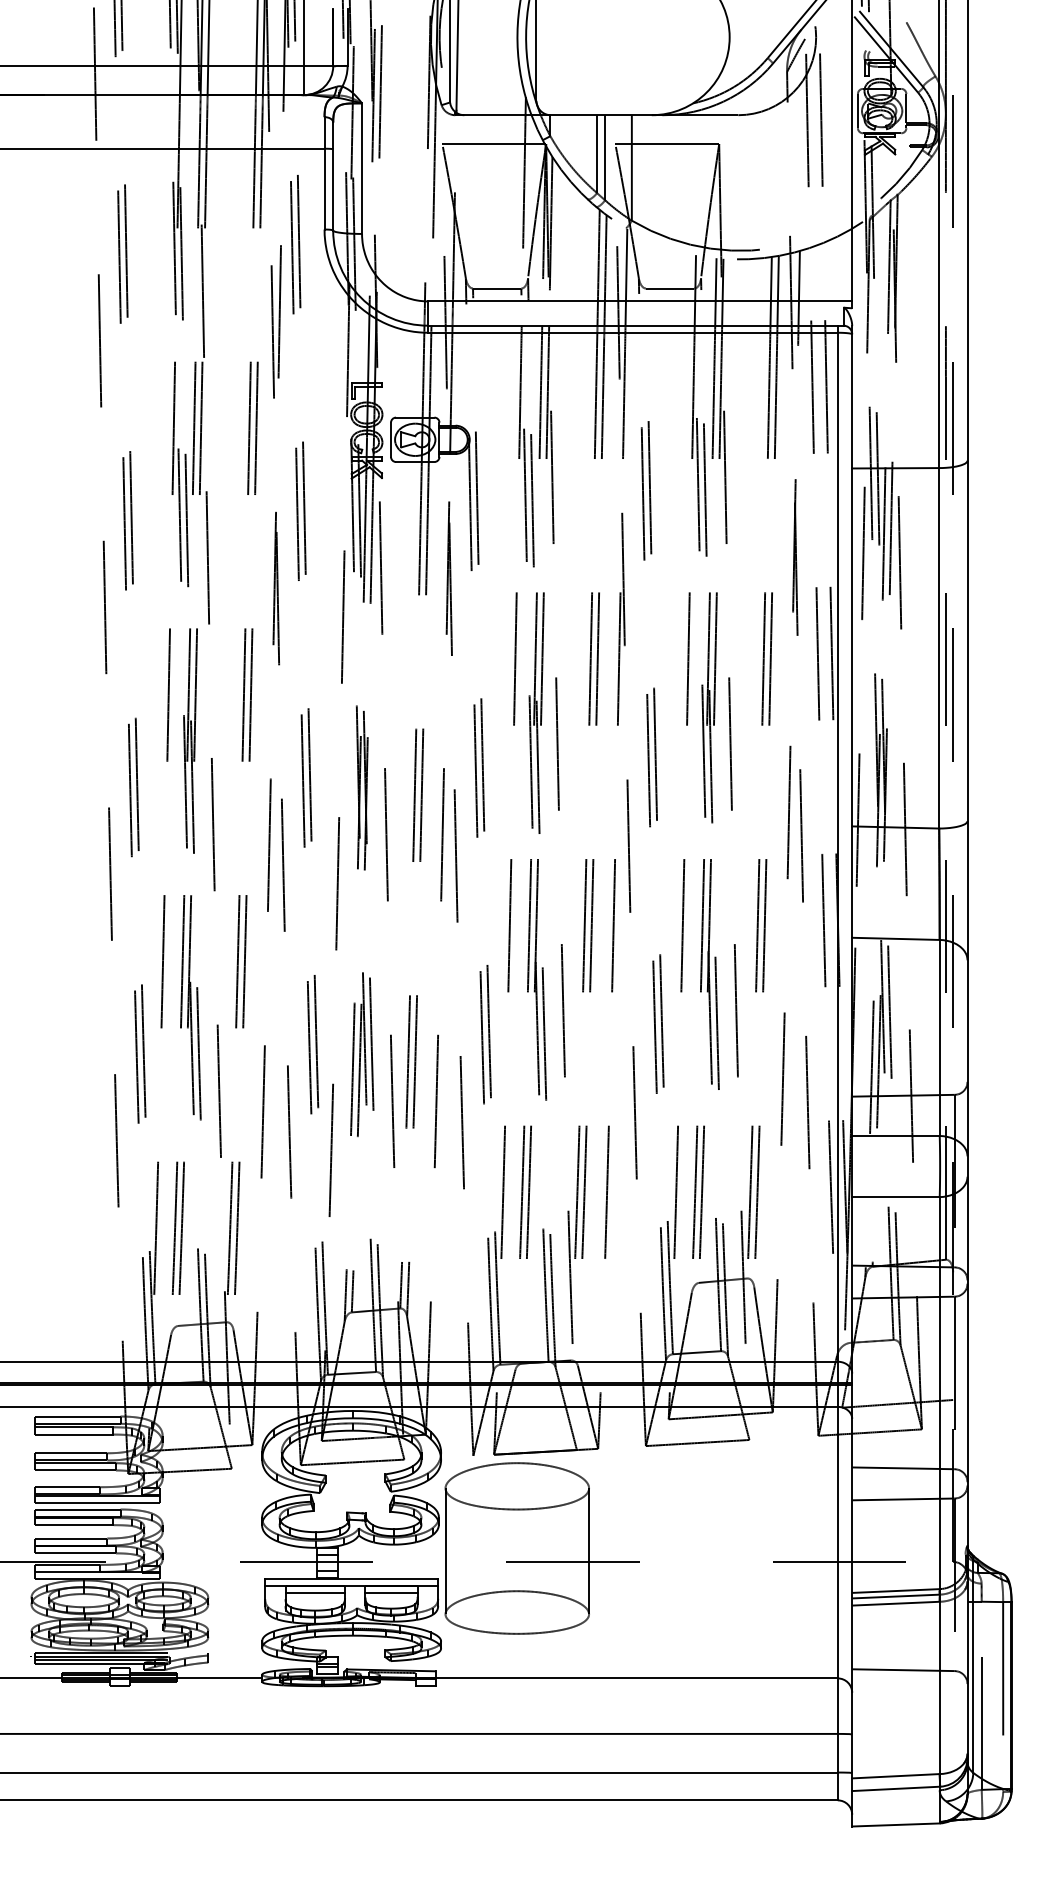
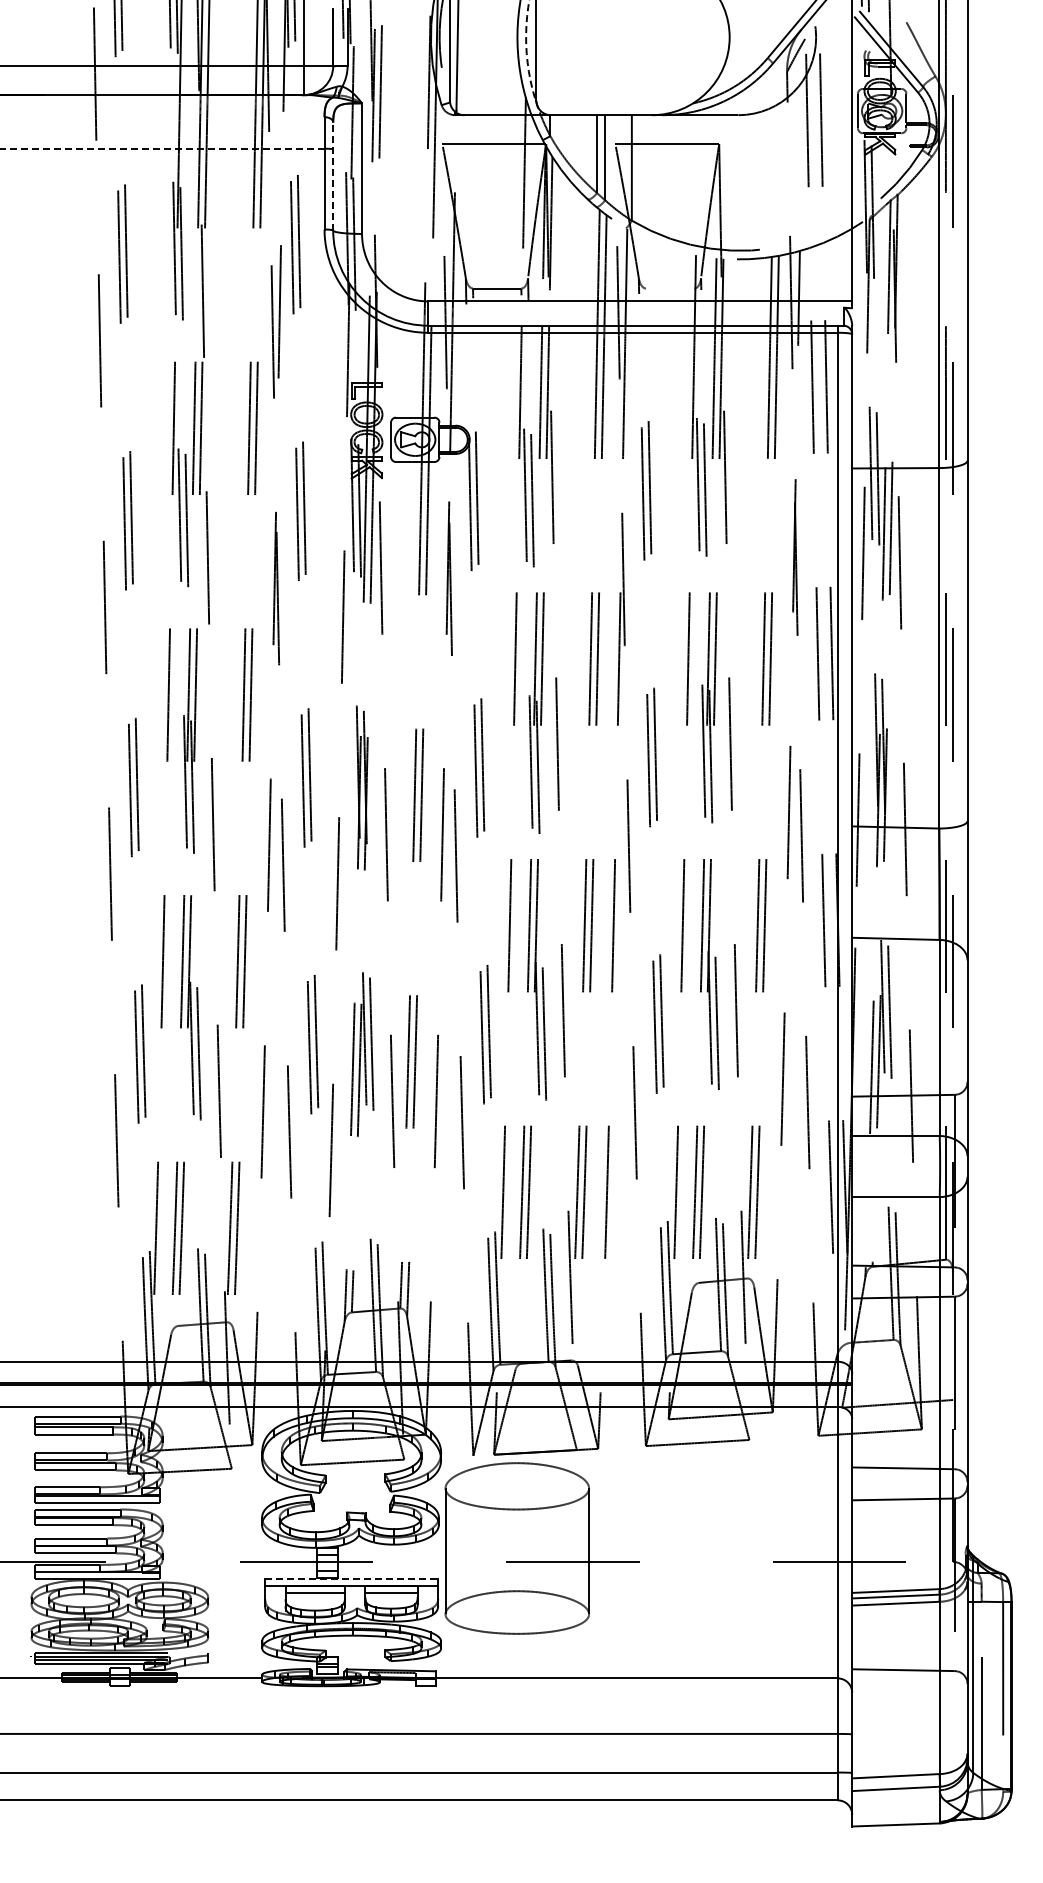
arc at (527, 58): solid -> dashed
line at (162, 148): solid -> dashed
line at (333, 176): solid -> dashed
line at (670, 288): present -> none
line at (352, 1579): solid -> dashed
